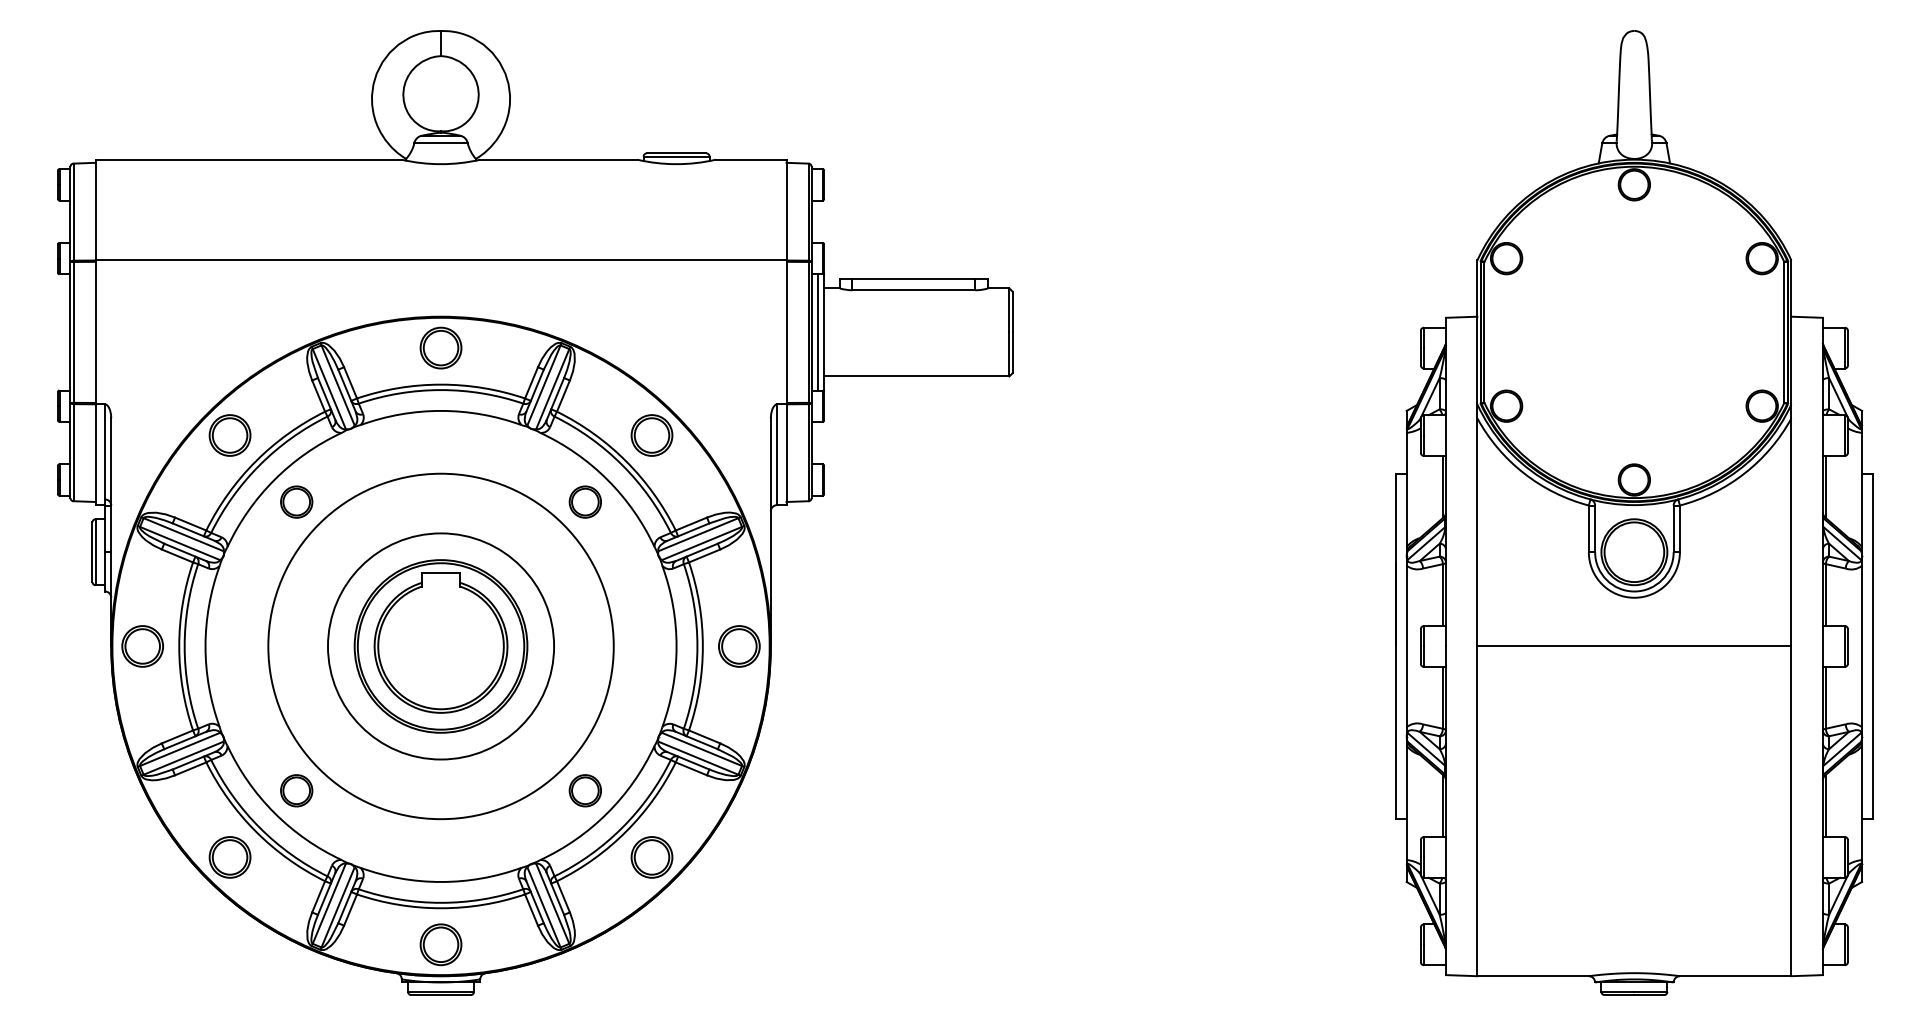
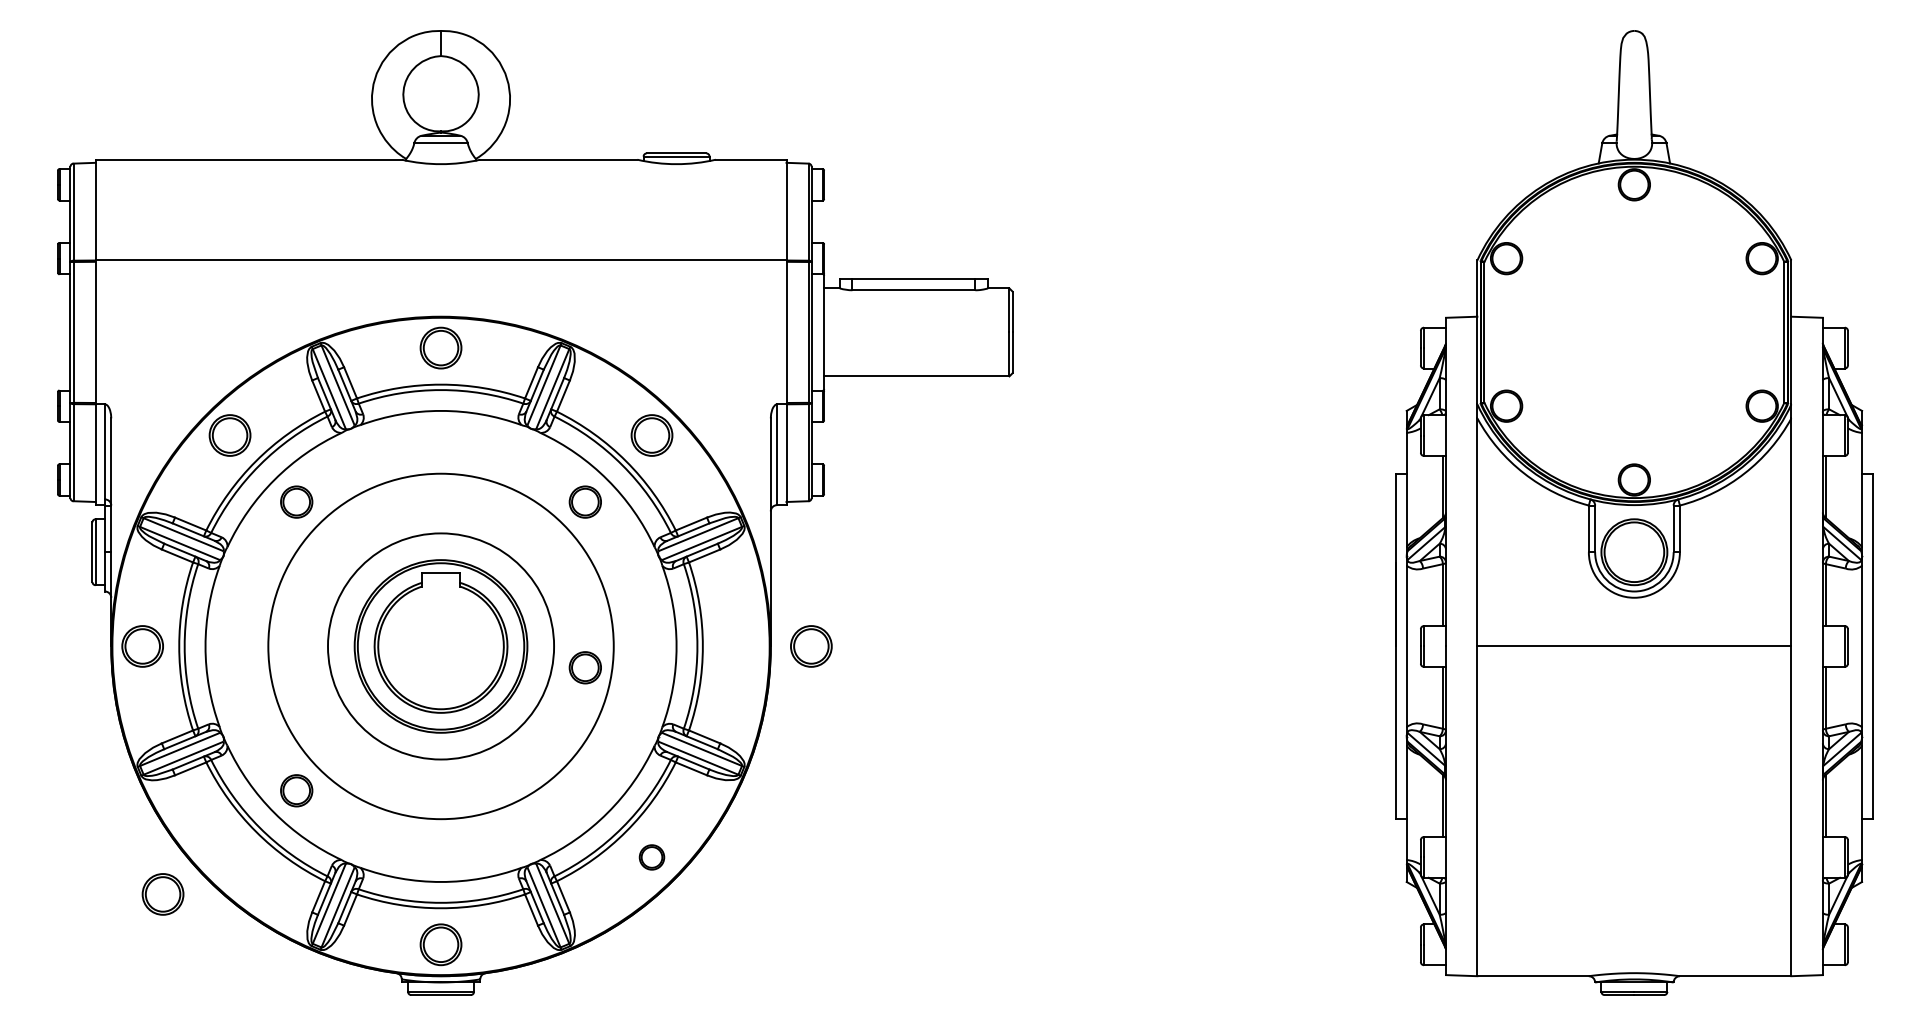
line at (817, 332): present -> none
part at (739, 646) position: (739, 646) -> (811, 646)
part at (584, 790) position: (584, 790) -> (584, 667)
part at (229, 857) position: (229, 857) -> (162, 894)
part at (651, 857) size: 44x43 px -> 28x27 px
